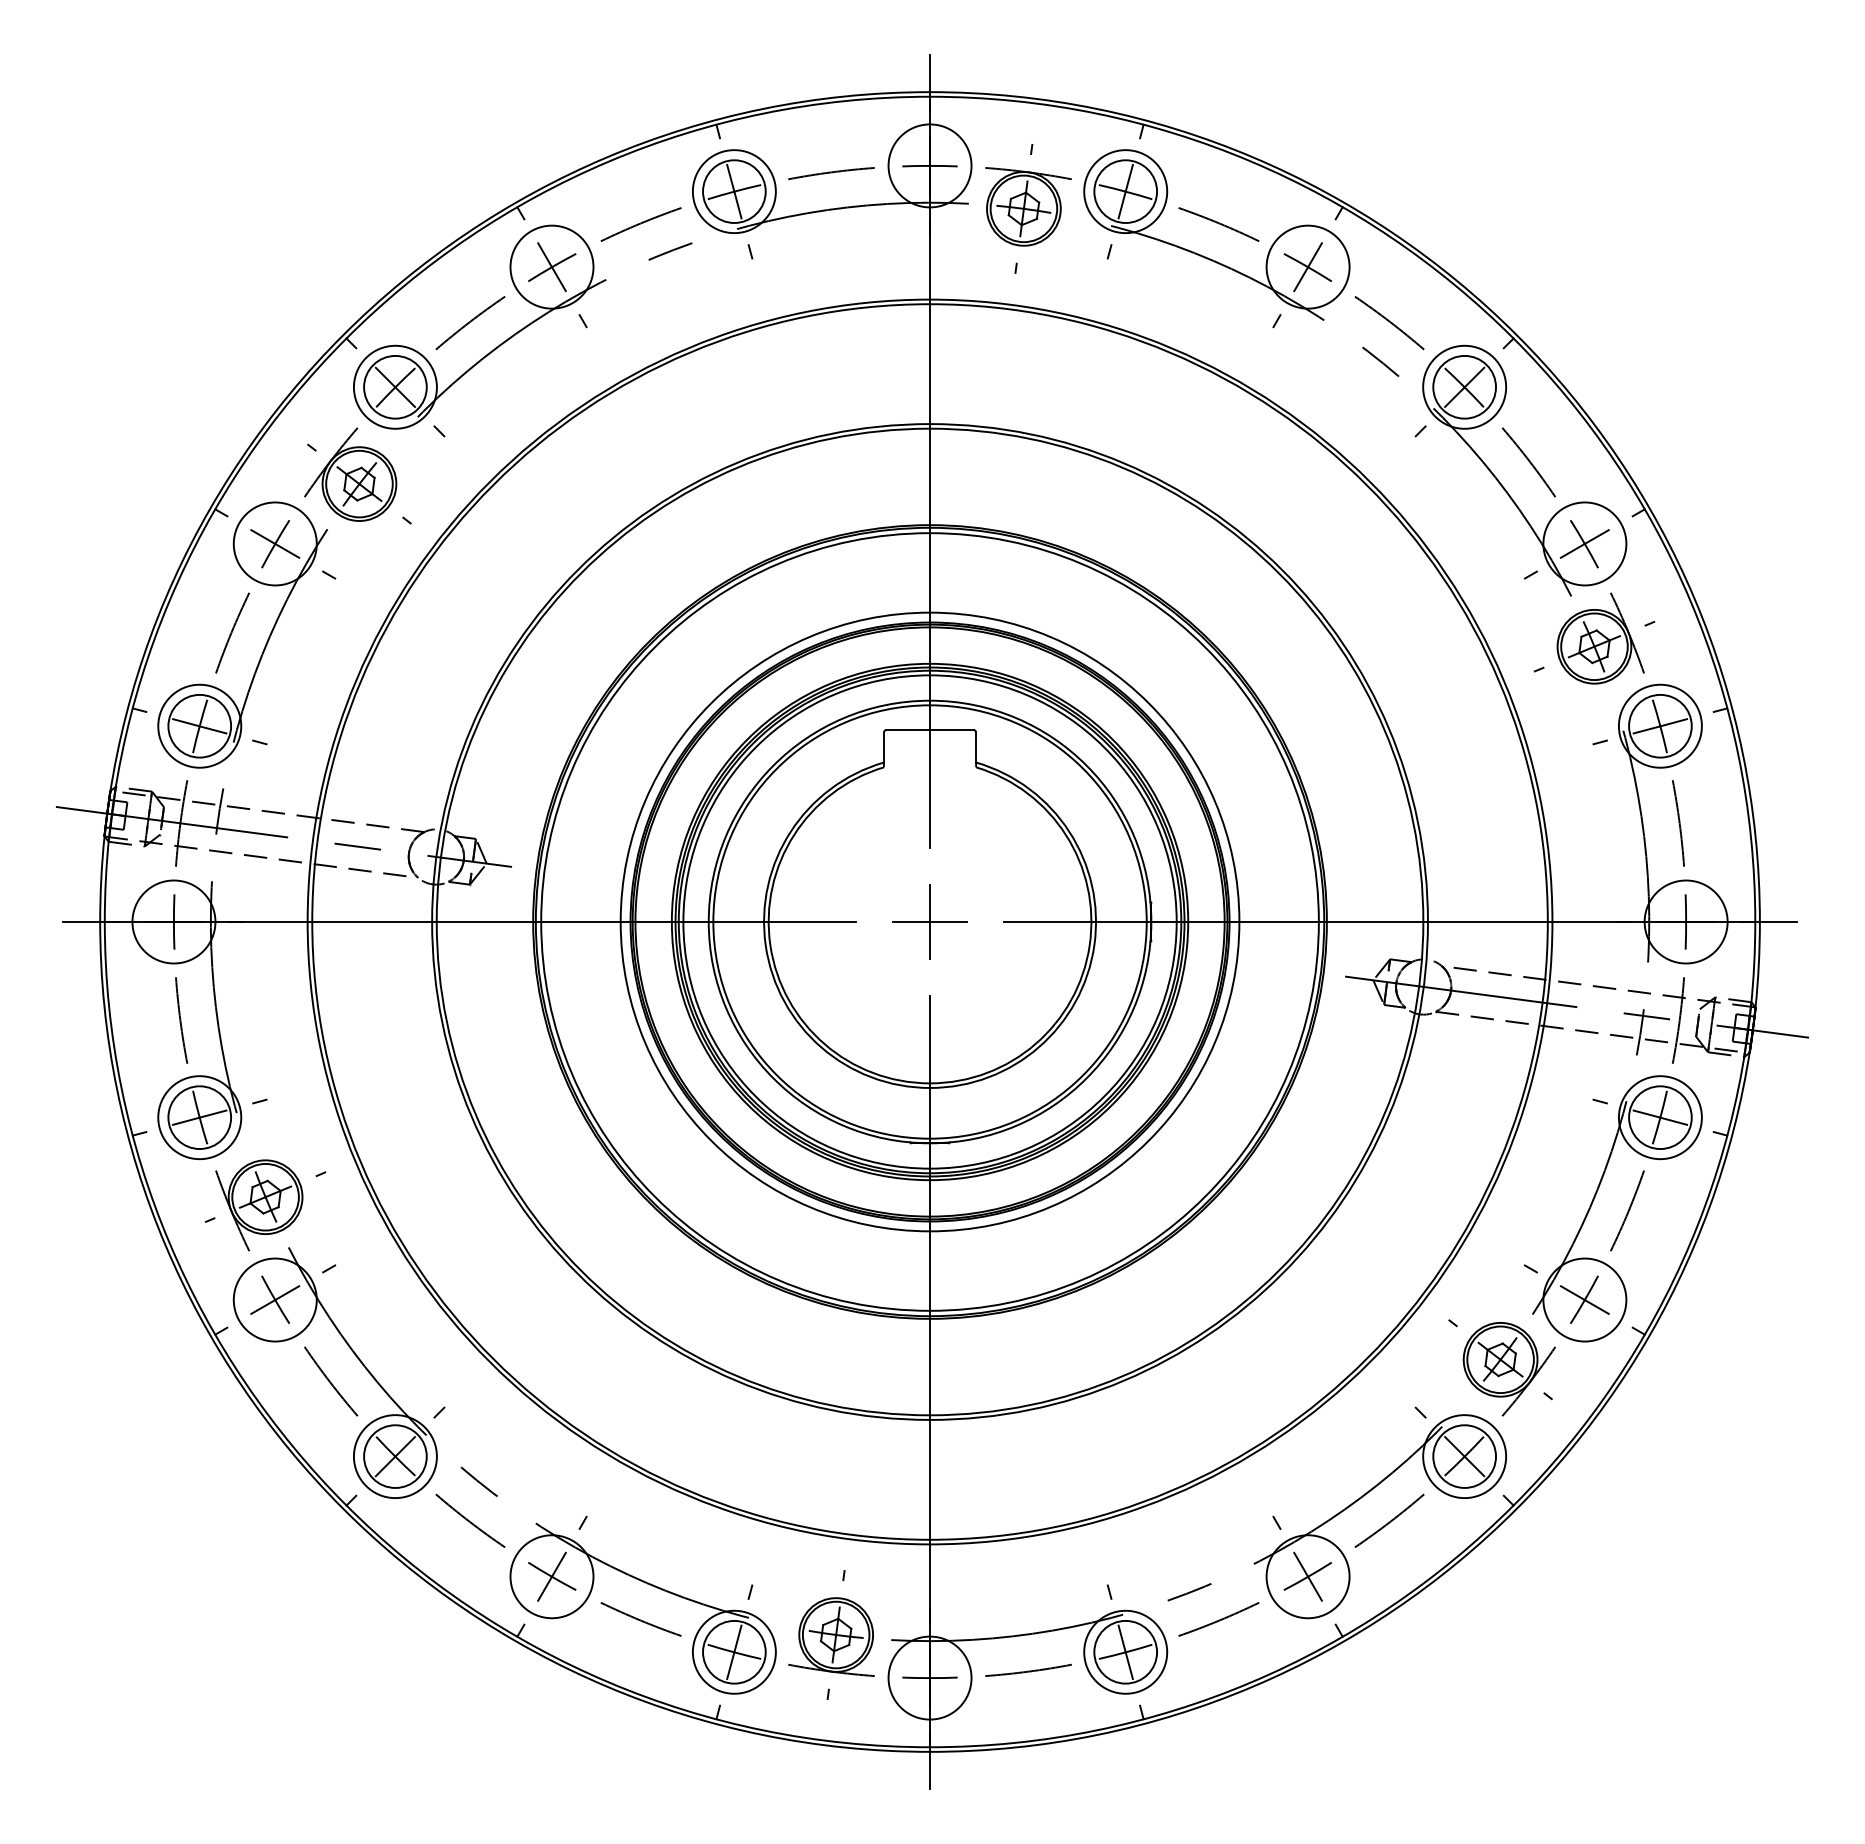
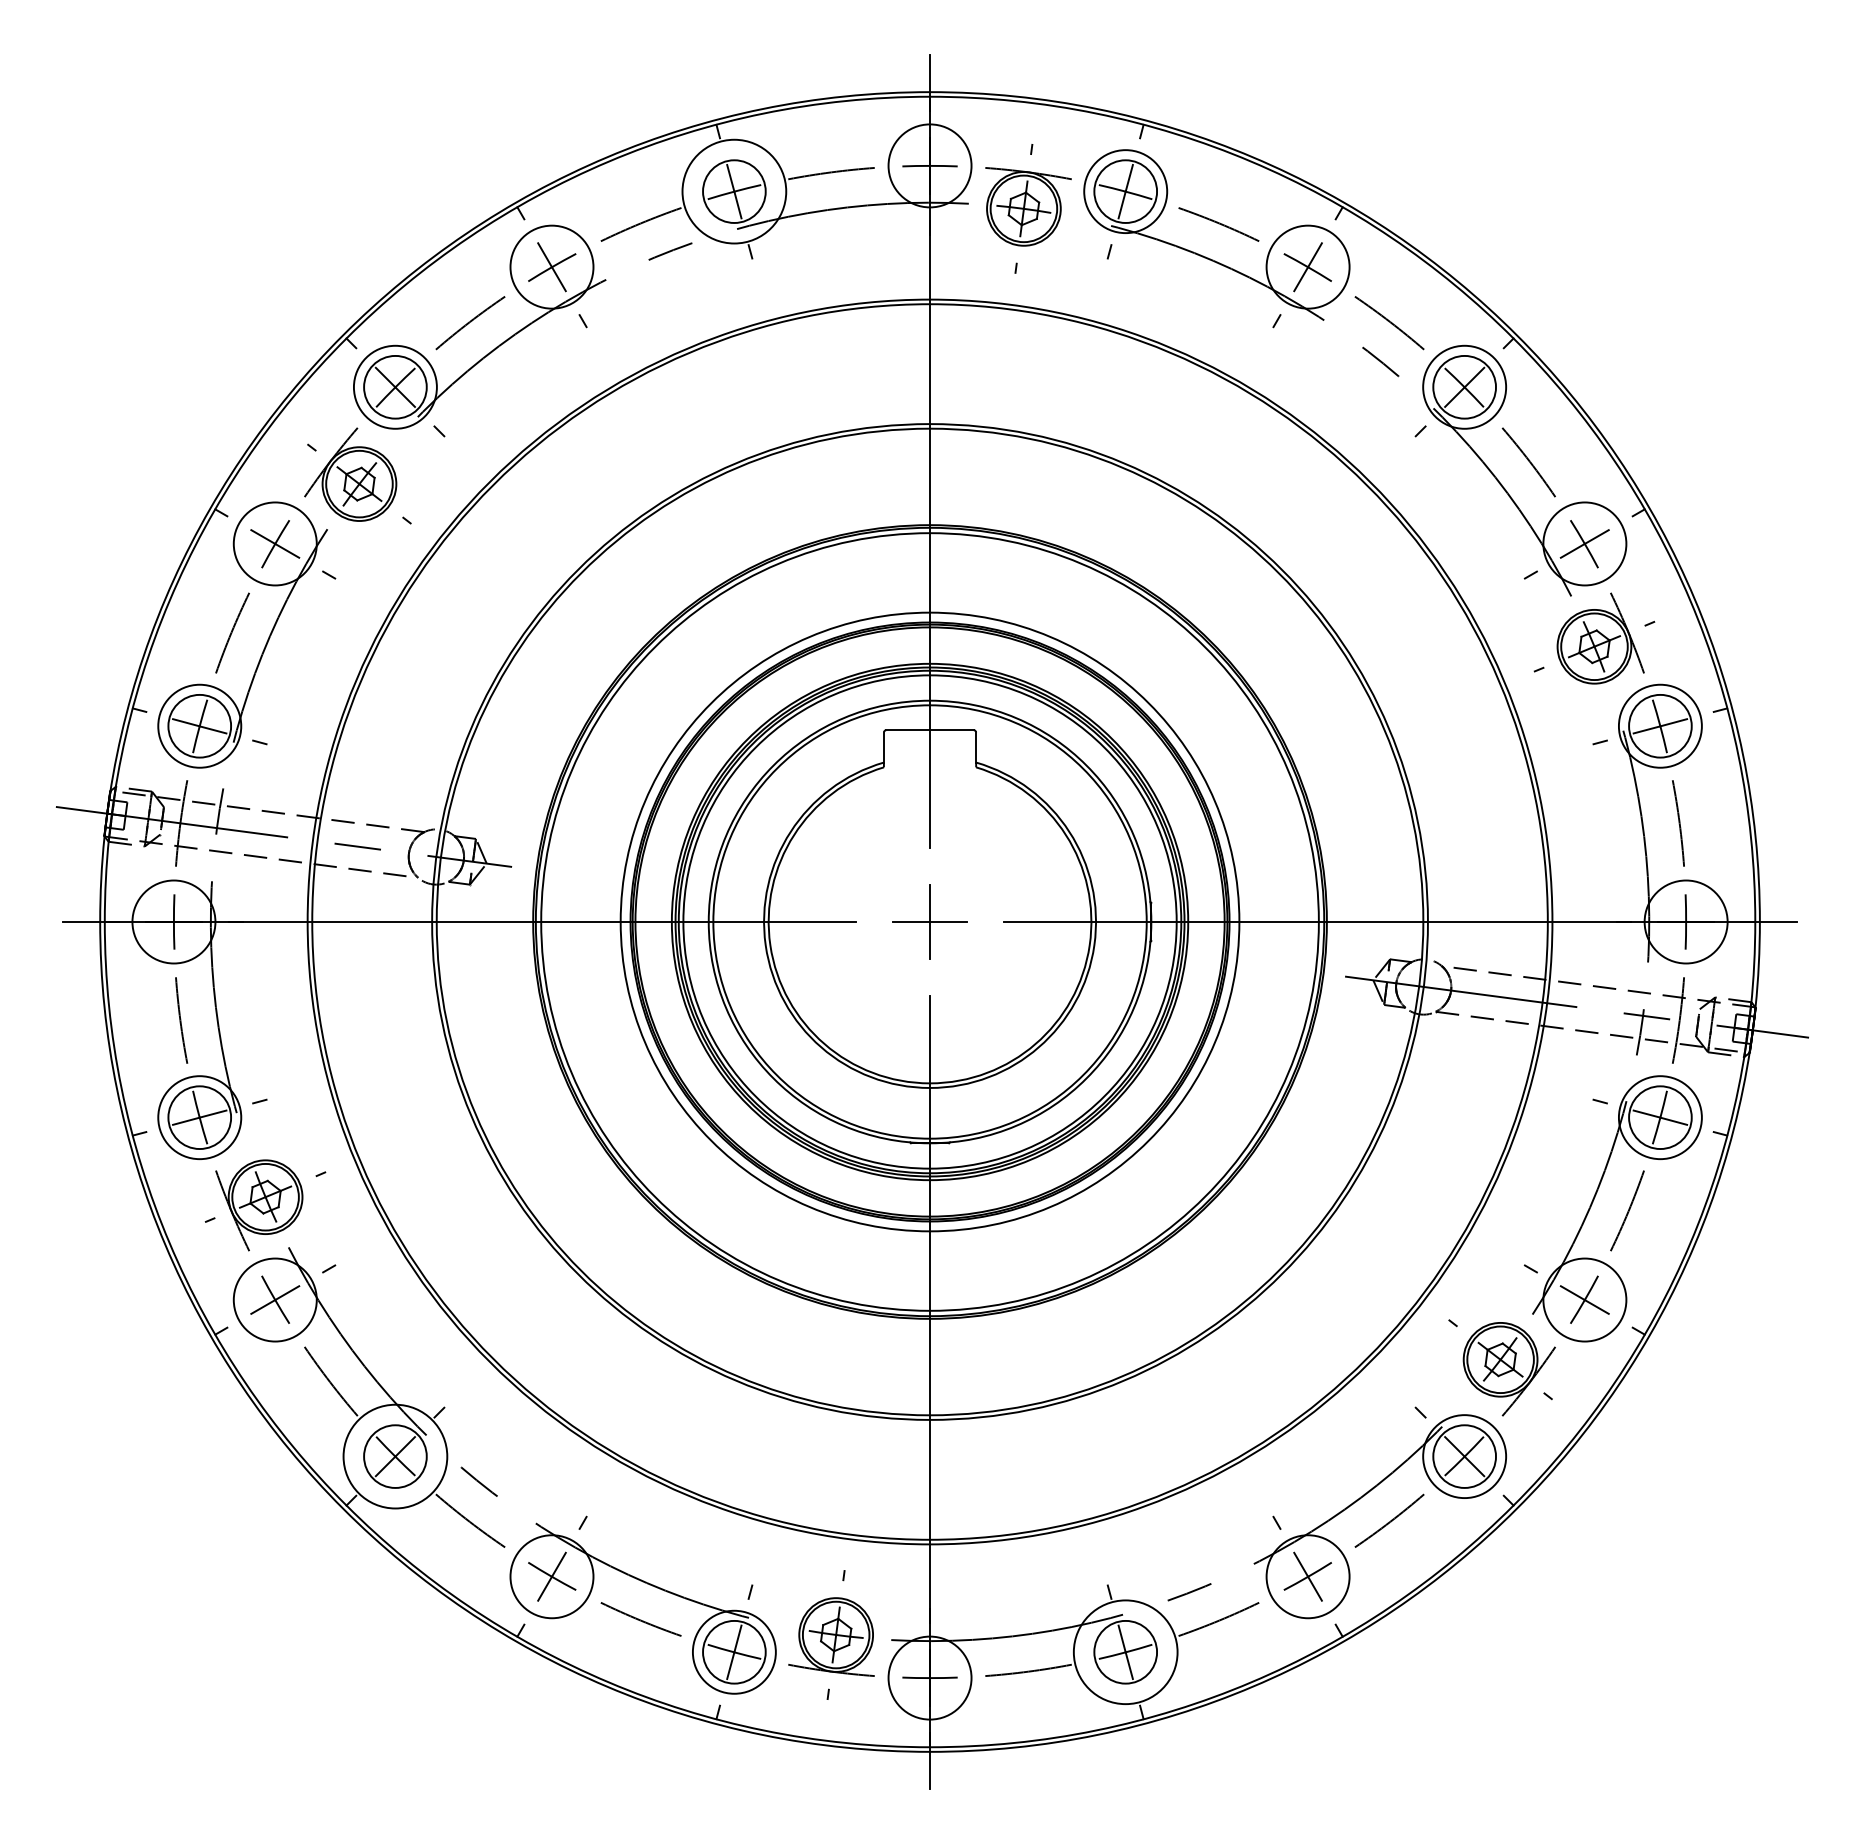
circle at (733, 191) diameter: 83 px -> 104 px
circle at (394, 1456) diameter: 83 px -> 104 px
circle at (1125, 1651) diameter: 83 px -> 104 px
